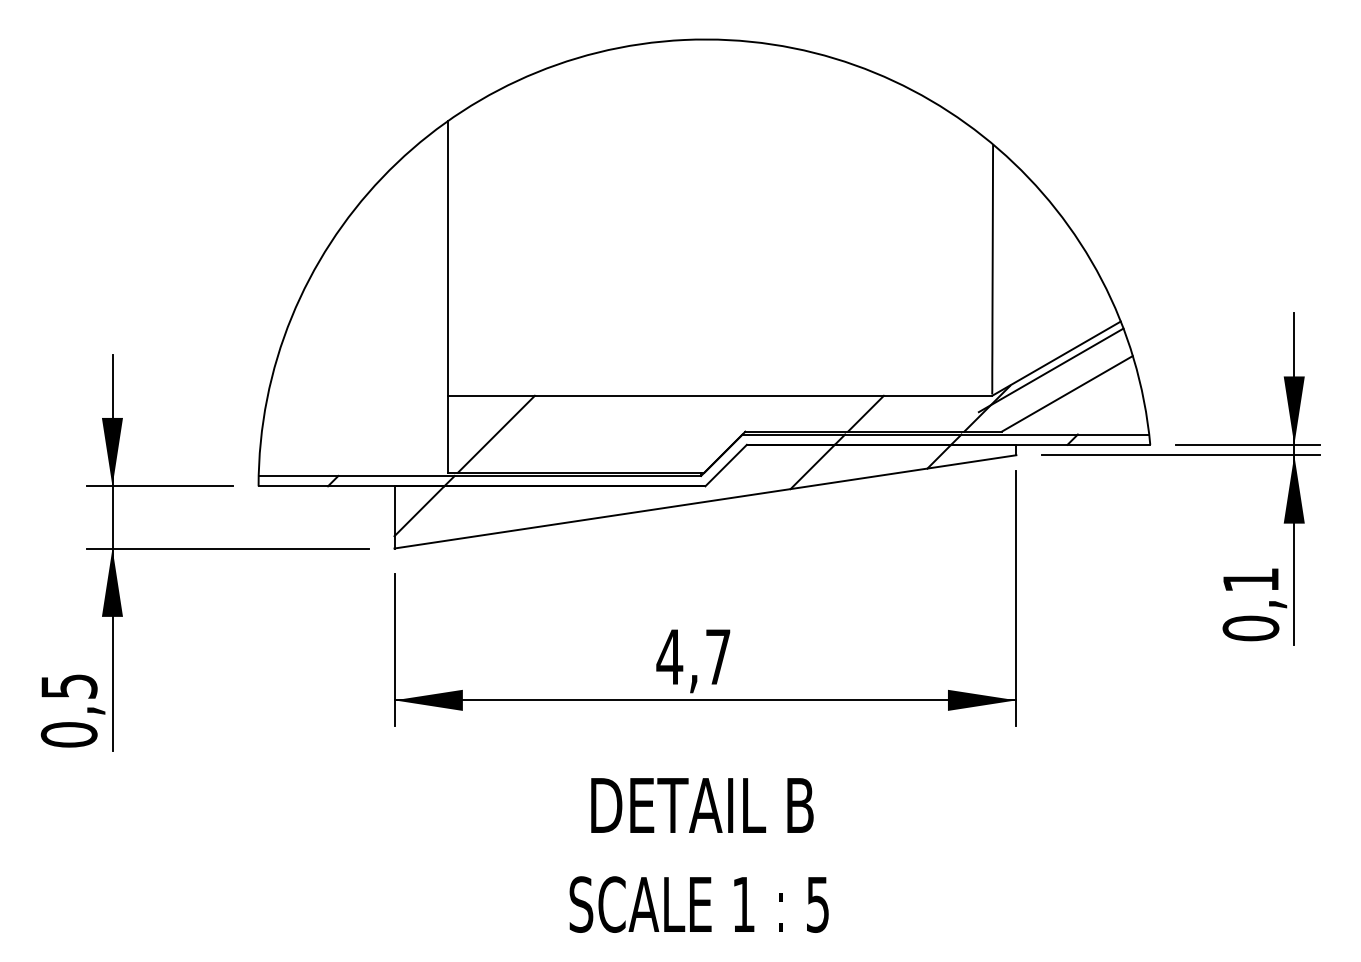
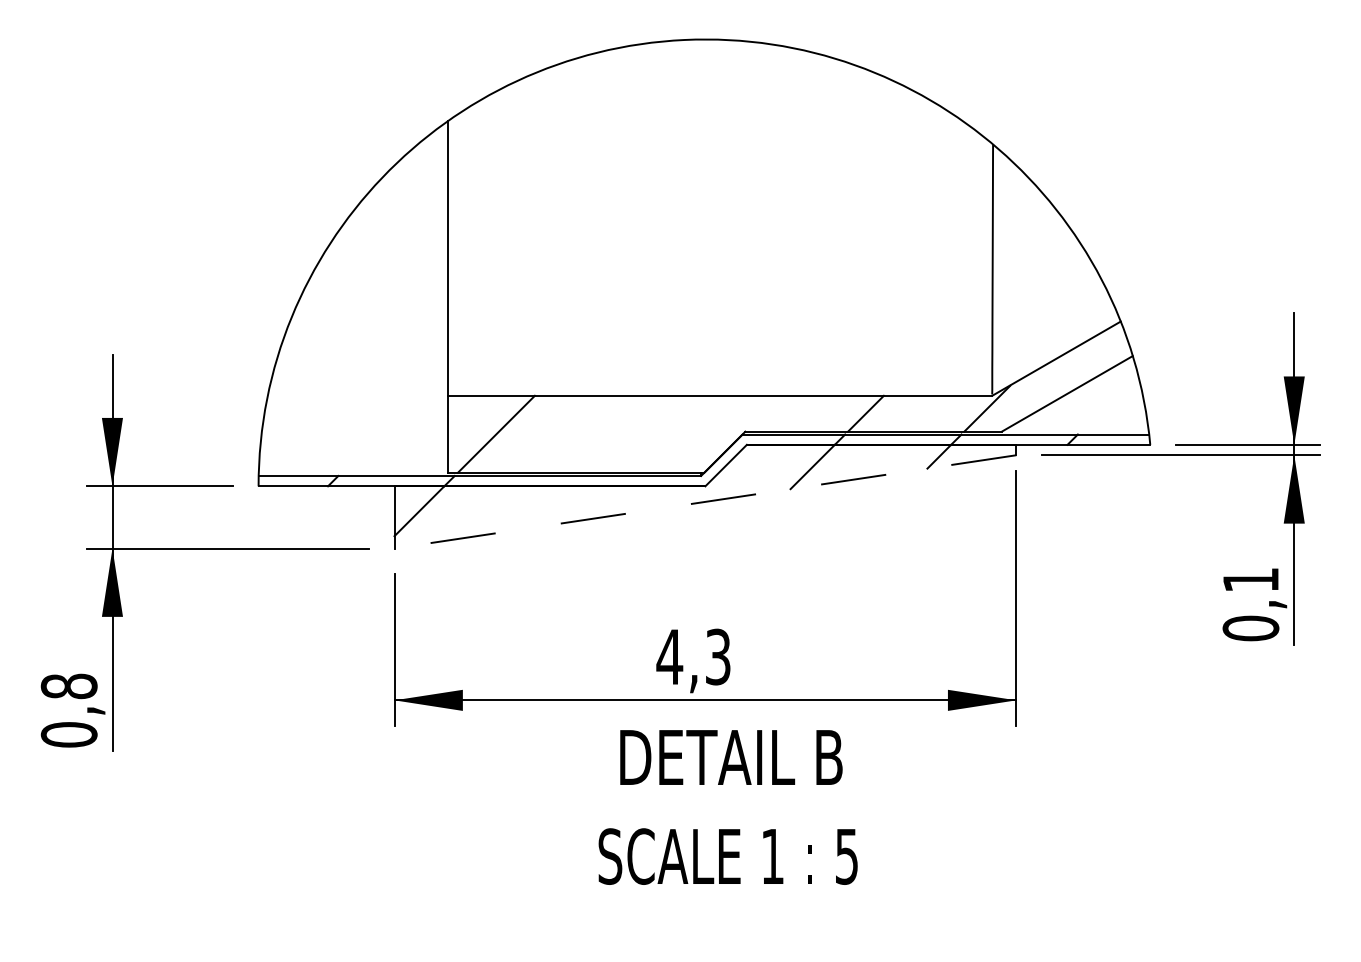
line at (1050, 370): present -> none
line at (704, 501): solid -> dashed
text at (718, 656): 4,7 -> 4,3
text at (68, 686): 0,5 -> 0,8
text at (698, 855) position: (698, 855) -> (727, 807)
